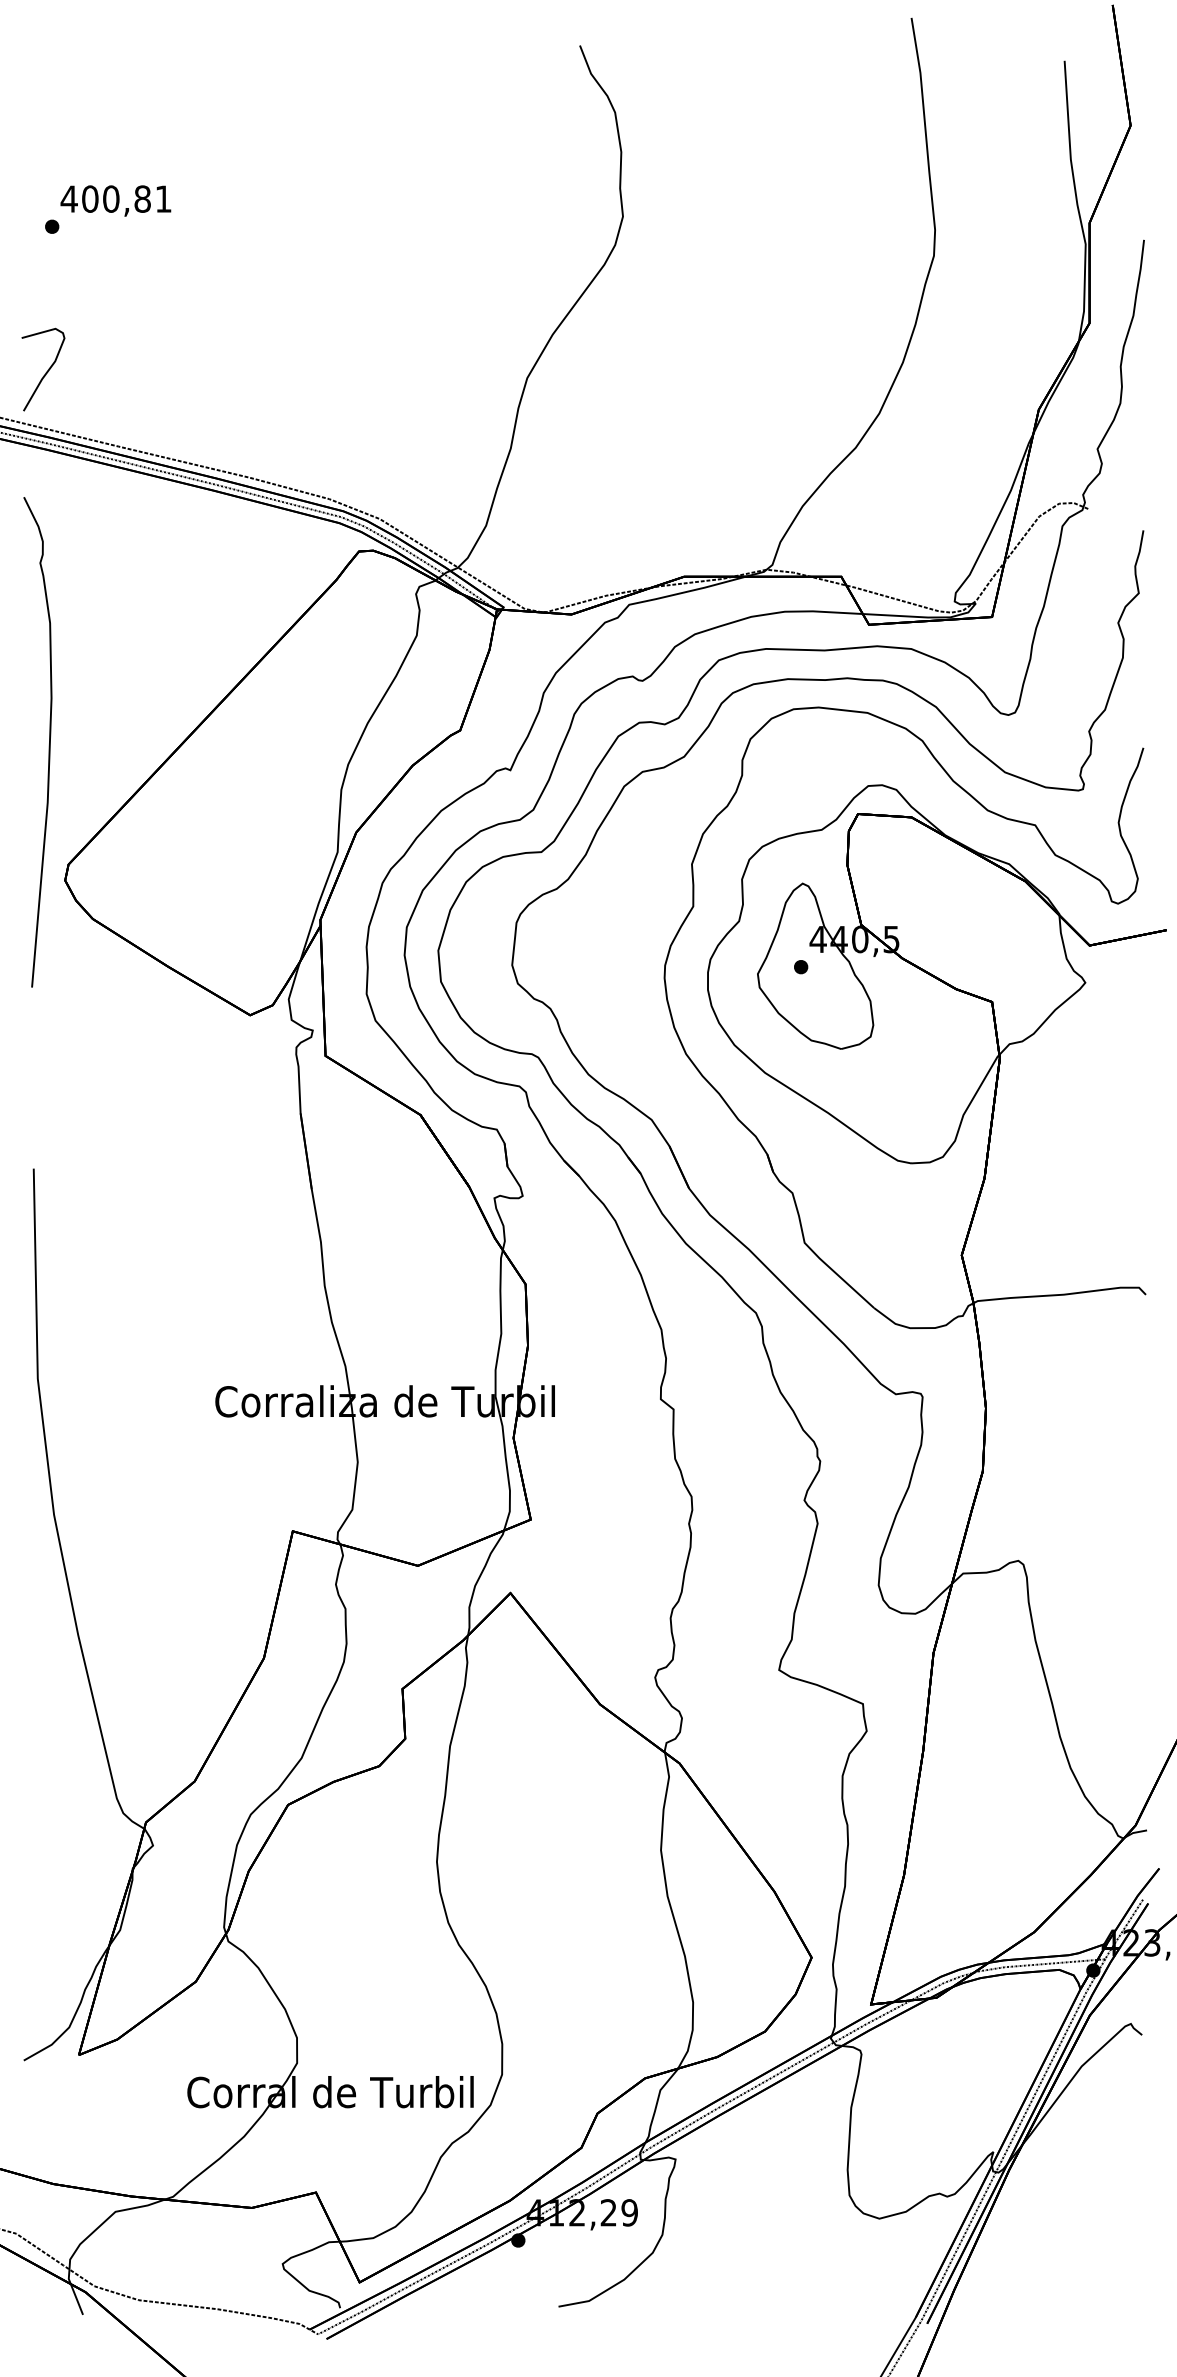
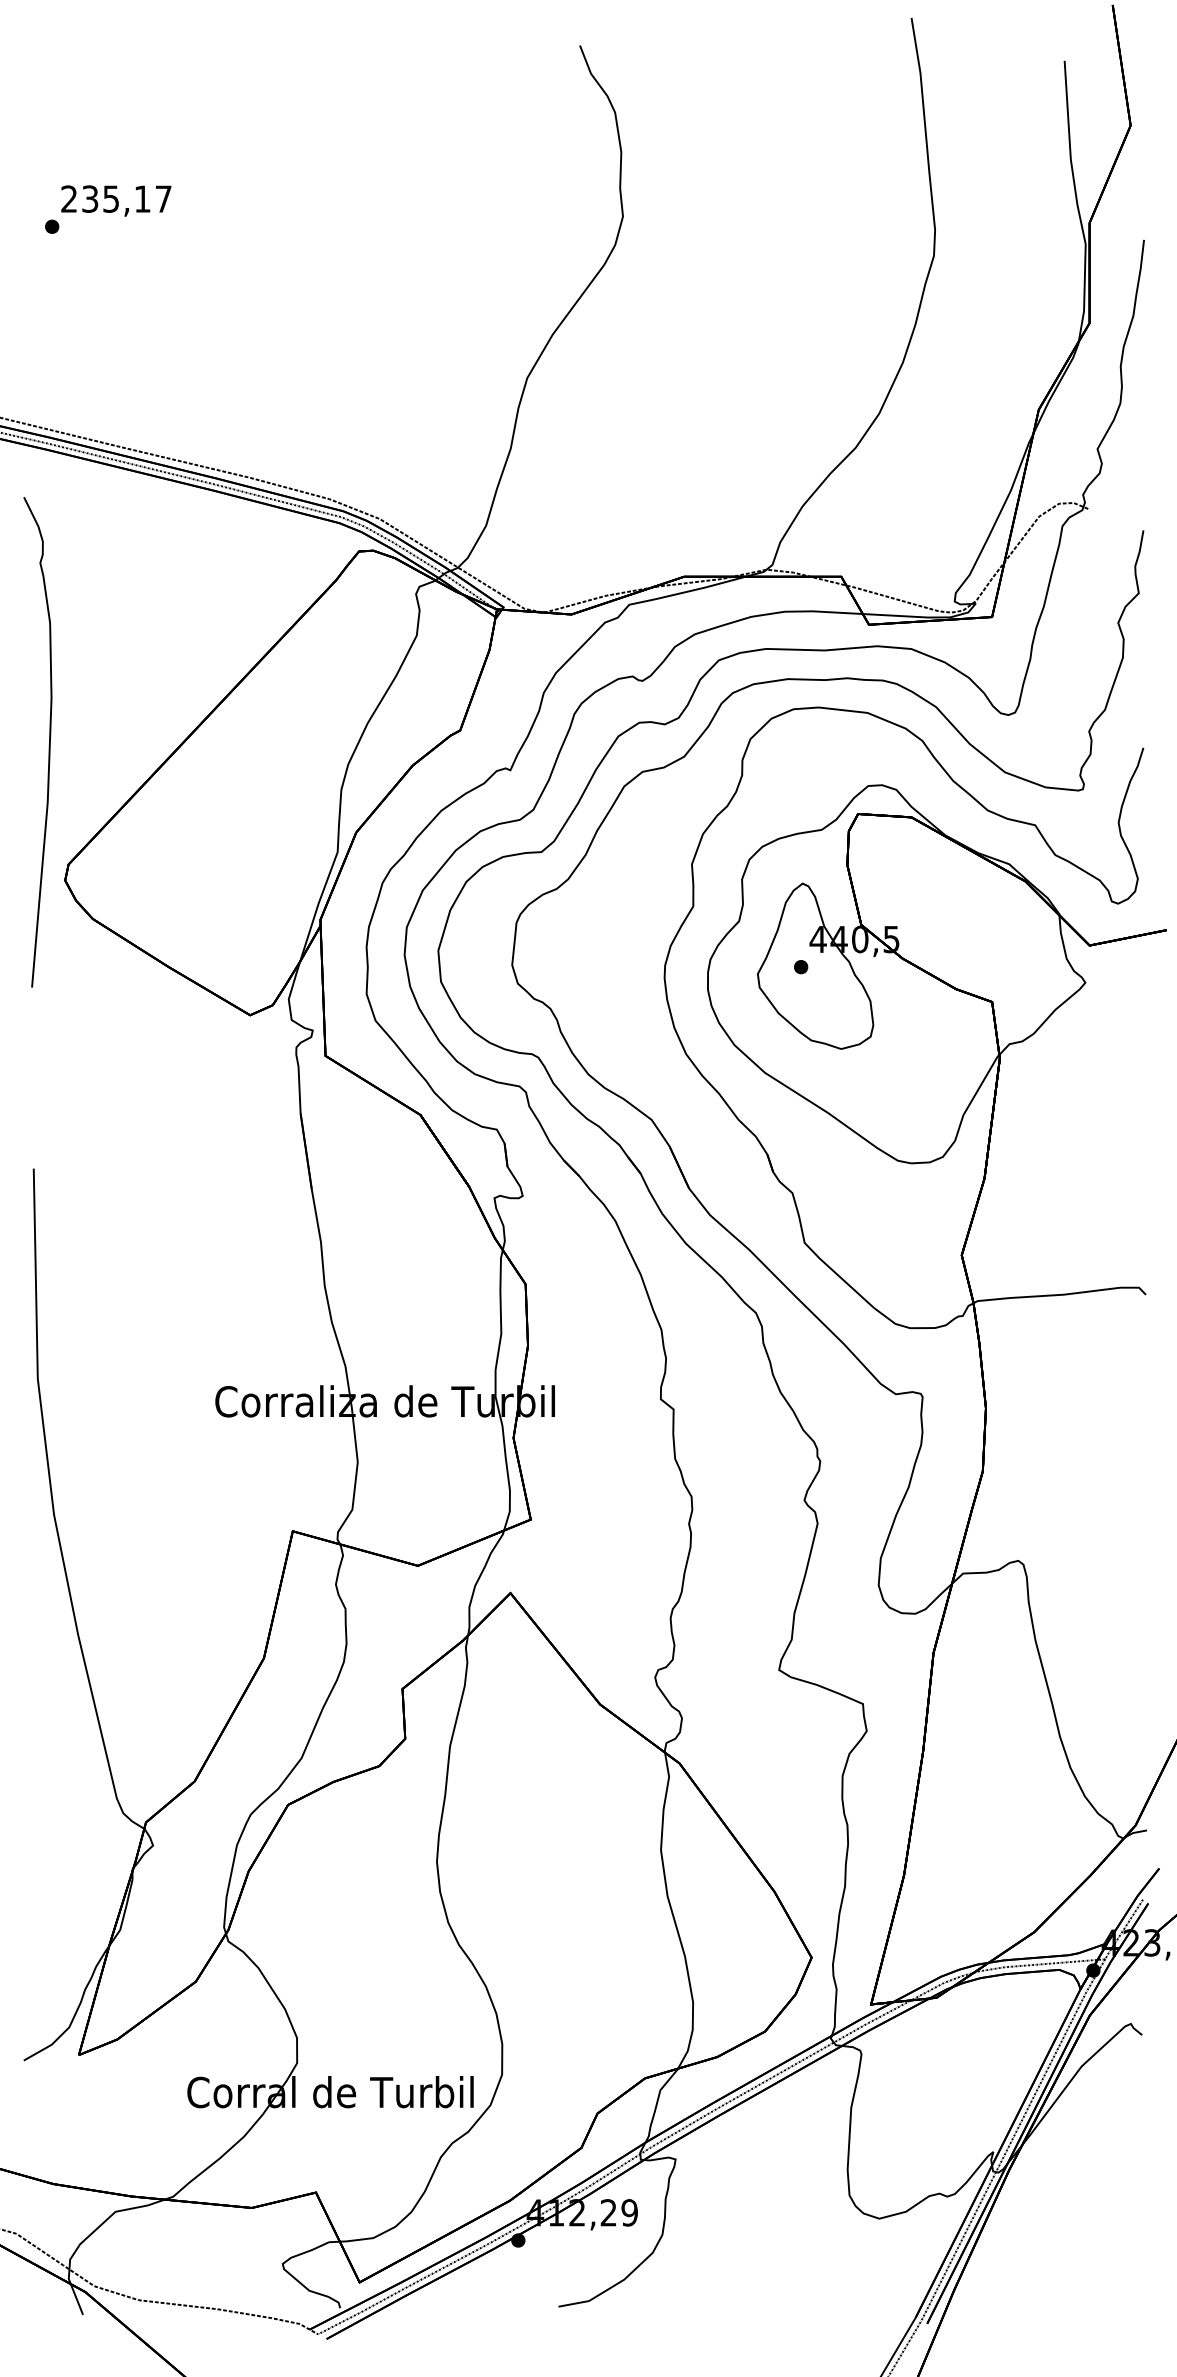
text at (115, 198): 400,81 -> 235,17
curve at (46, 371): present -> none
